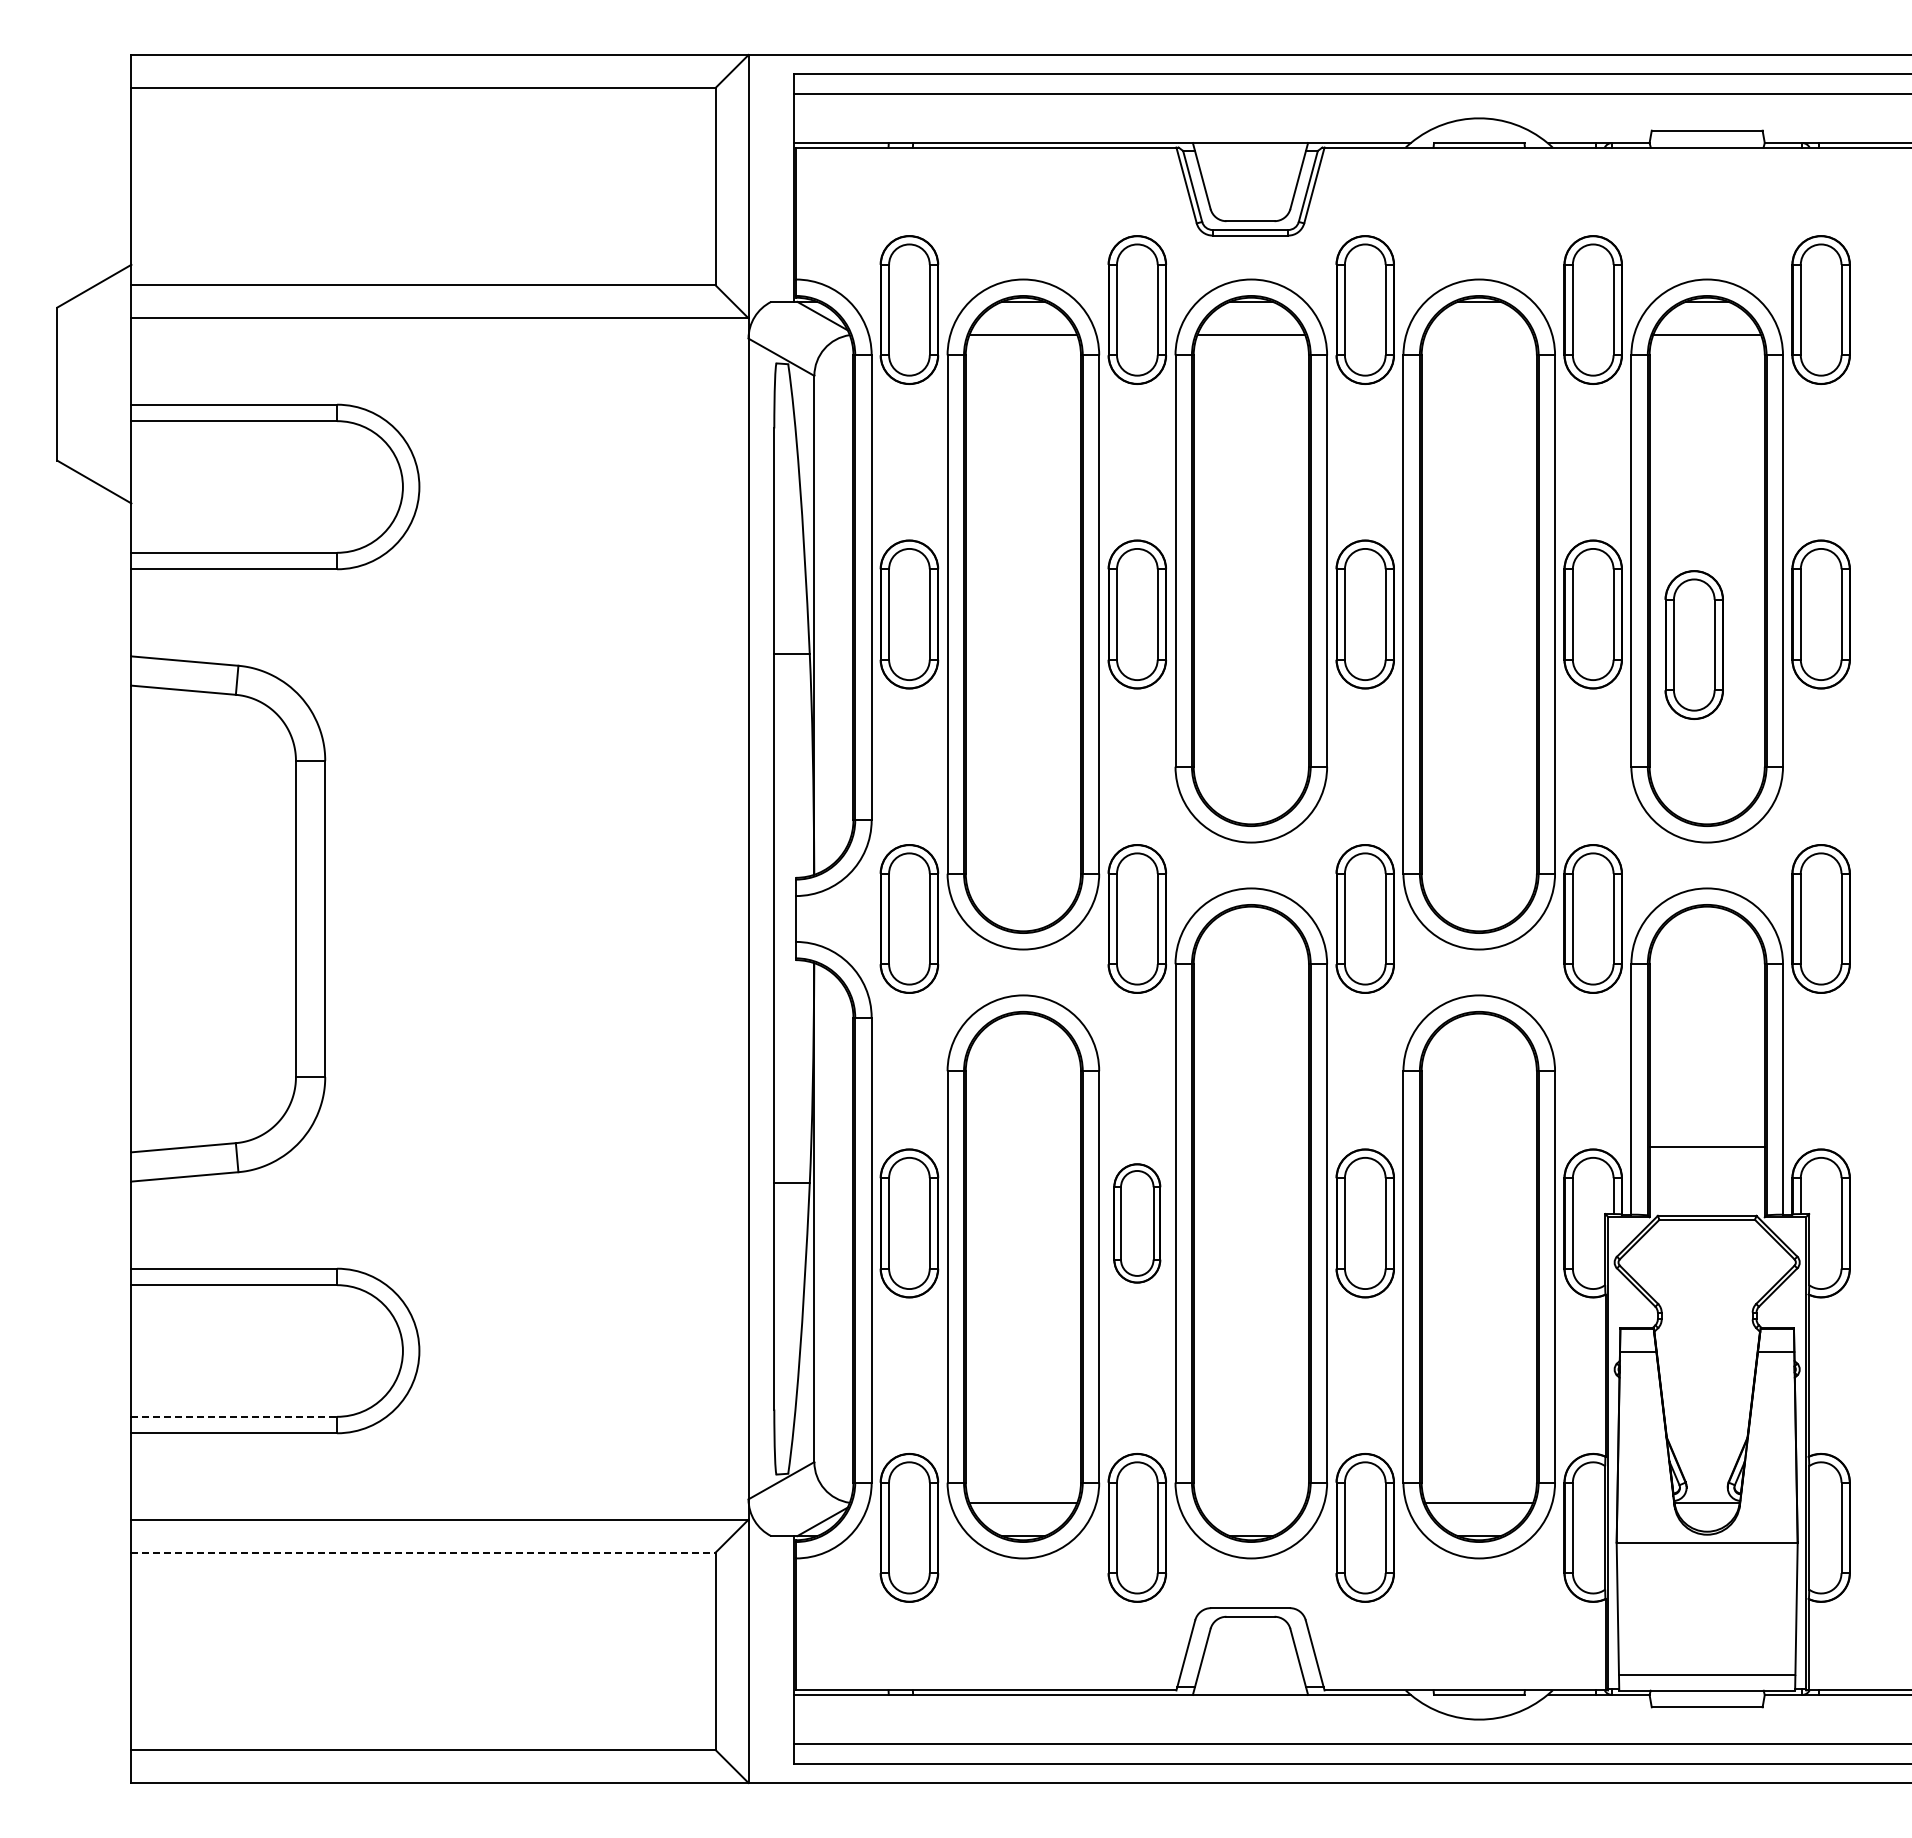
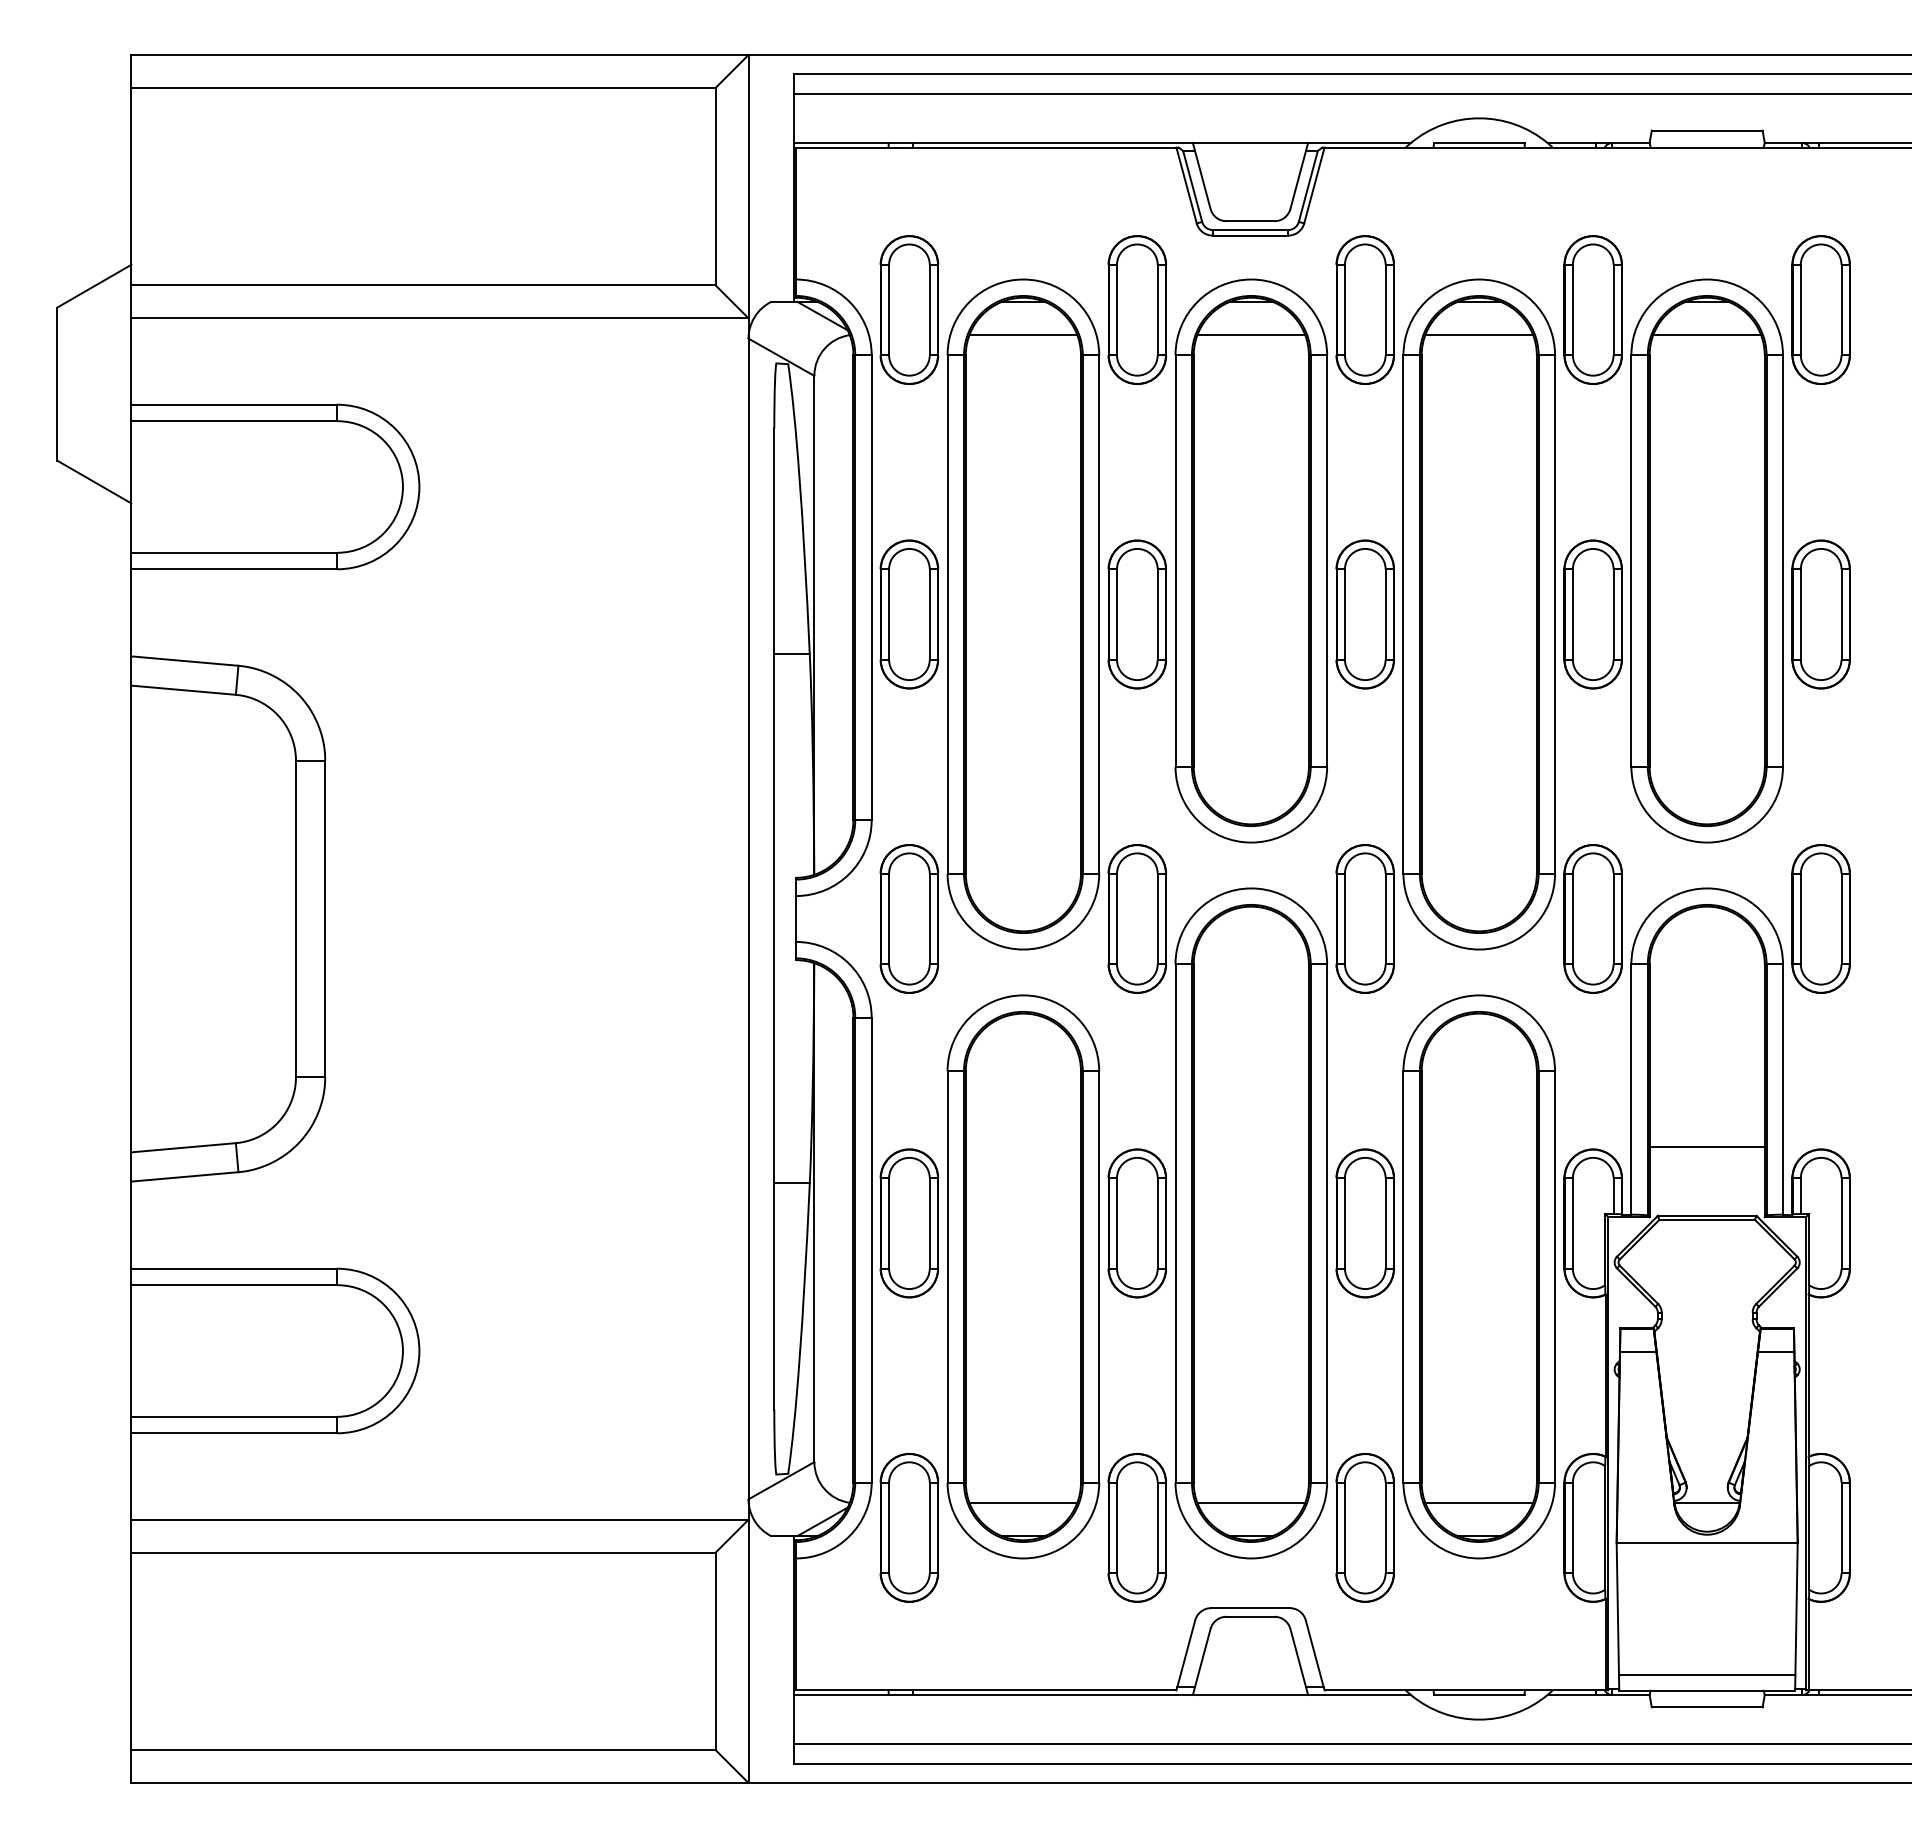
line at (1479, 334): none -> present
part at (1693, 644): present -> none
part at (1137, 1223) size: 49x121 px -> 60x151 px
line at (234, 1416): dashed -> solid
line at (1251, 1503): none -> present
line at (424, 1552): dashed -> solid
